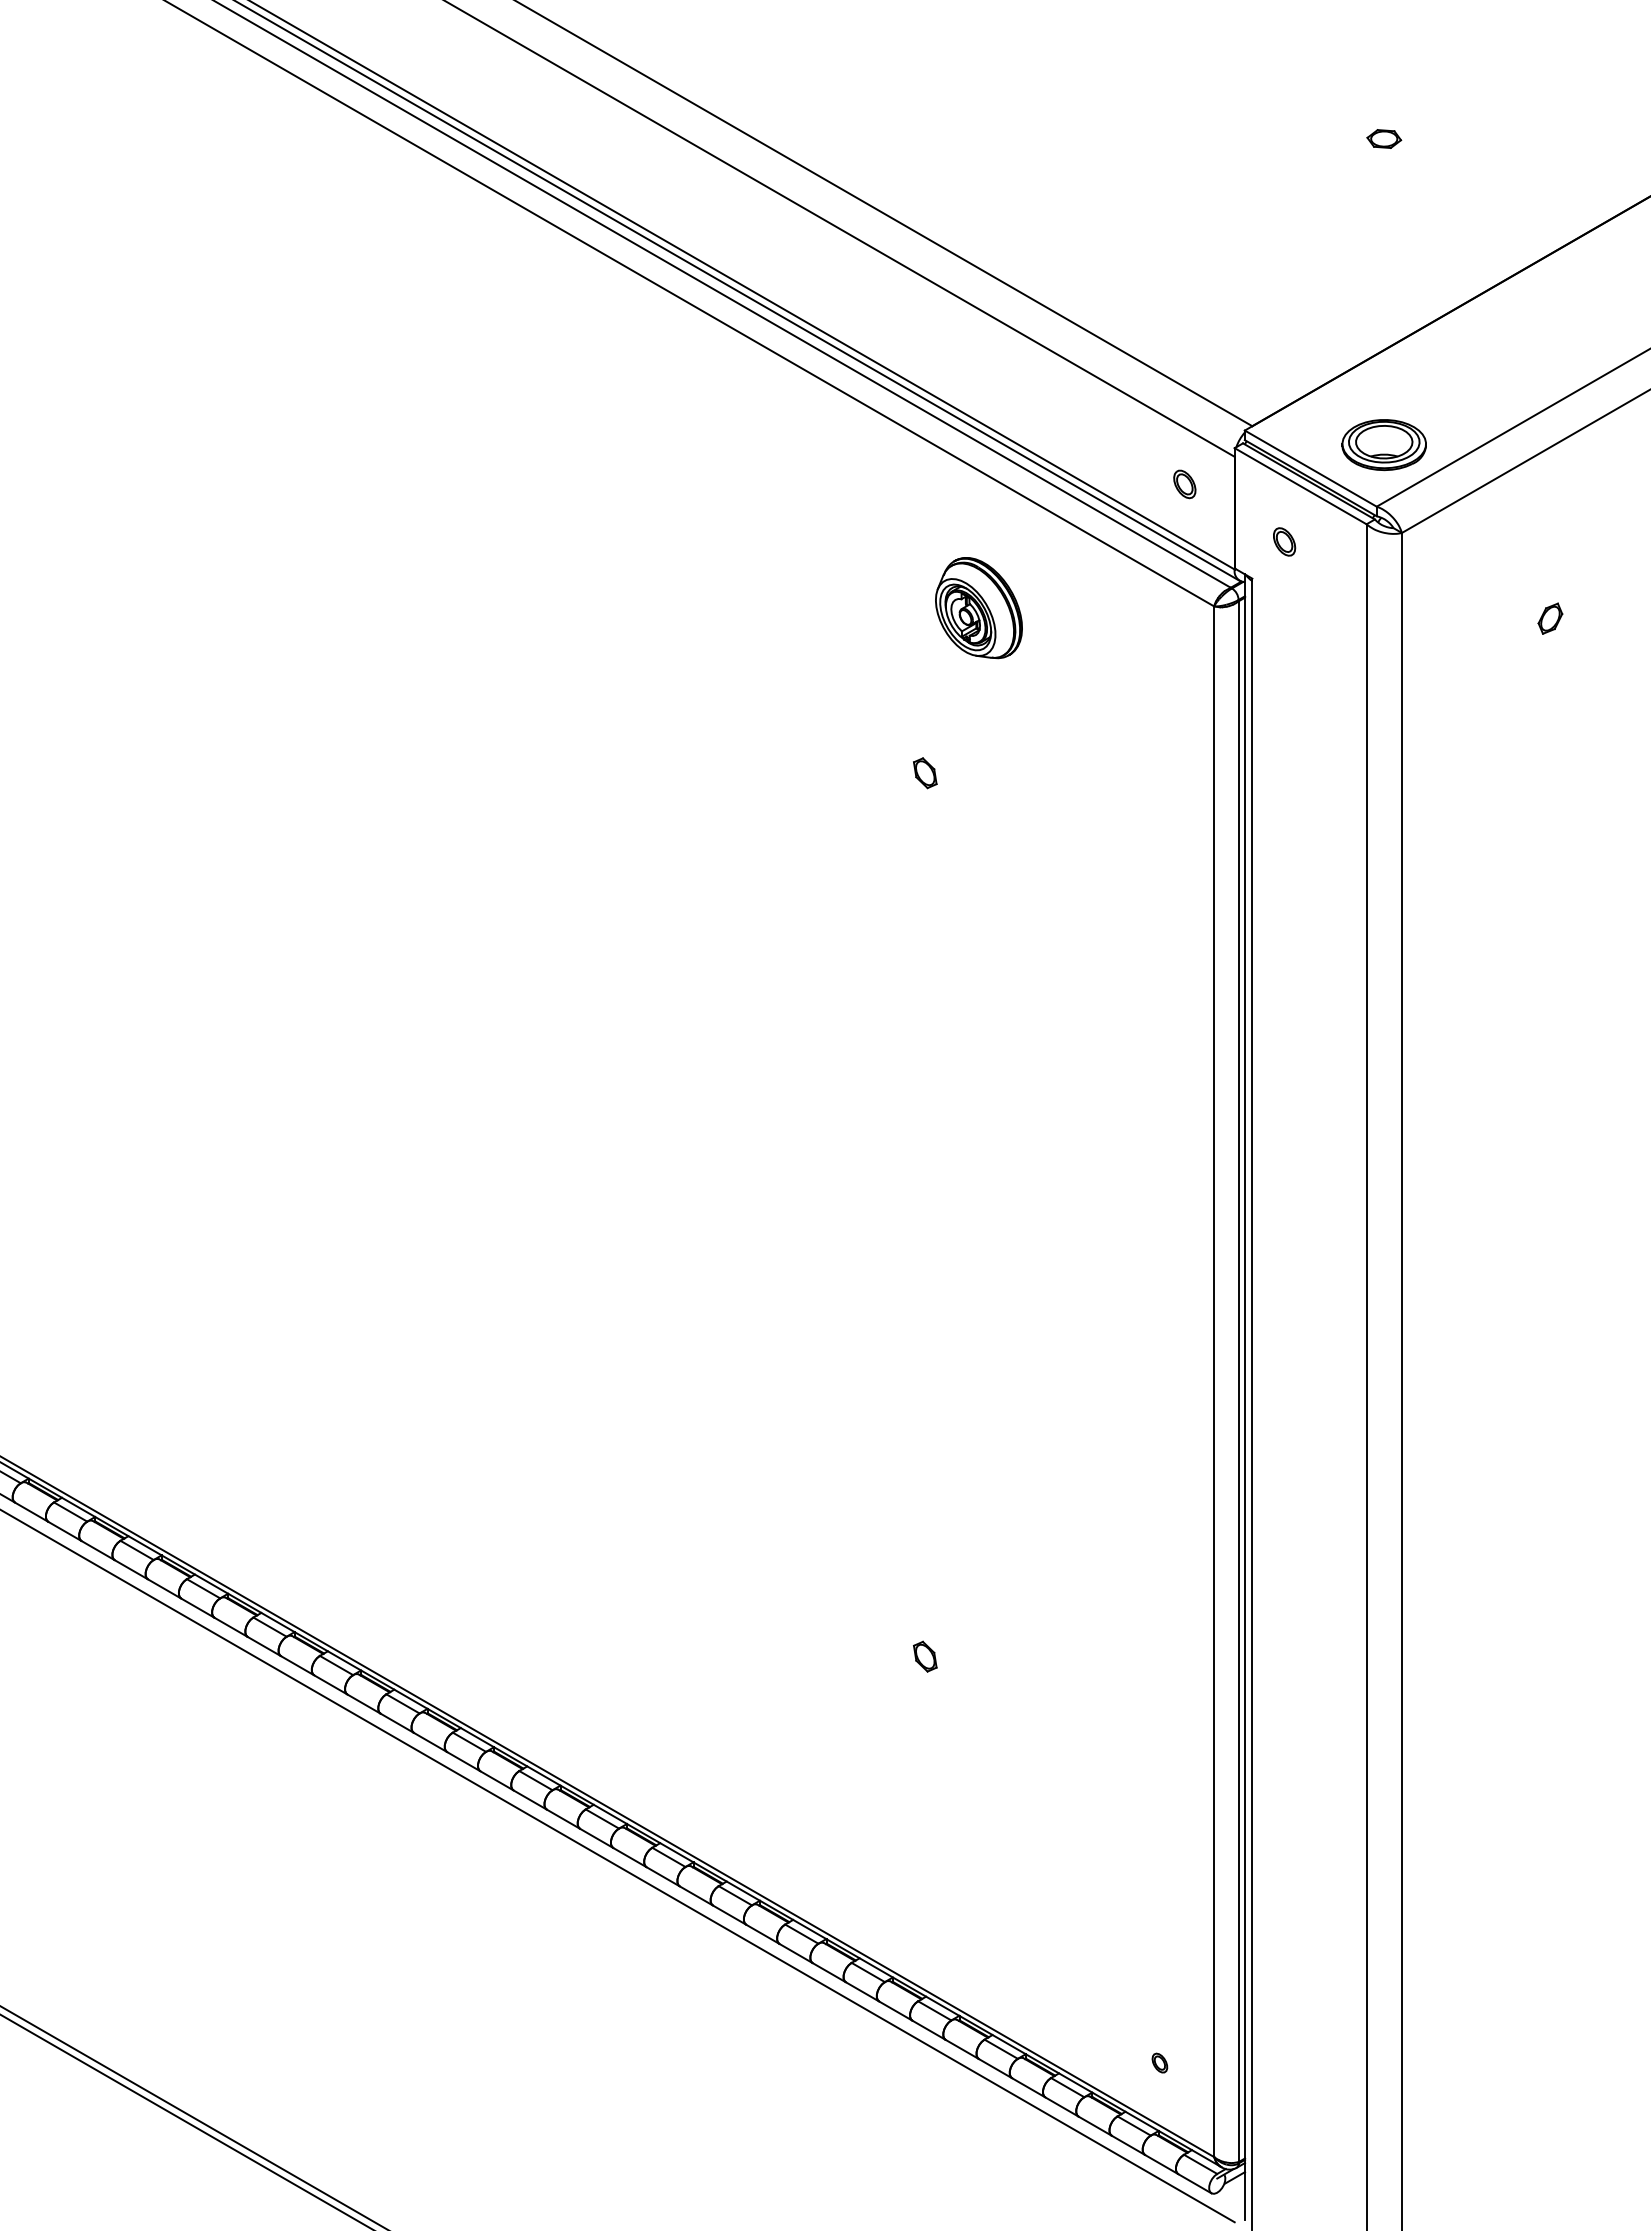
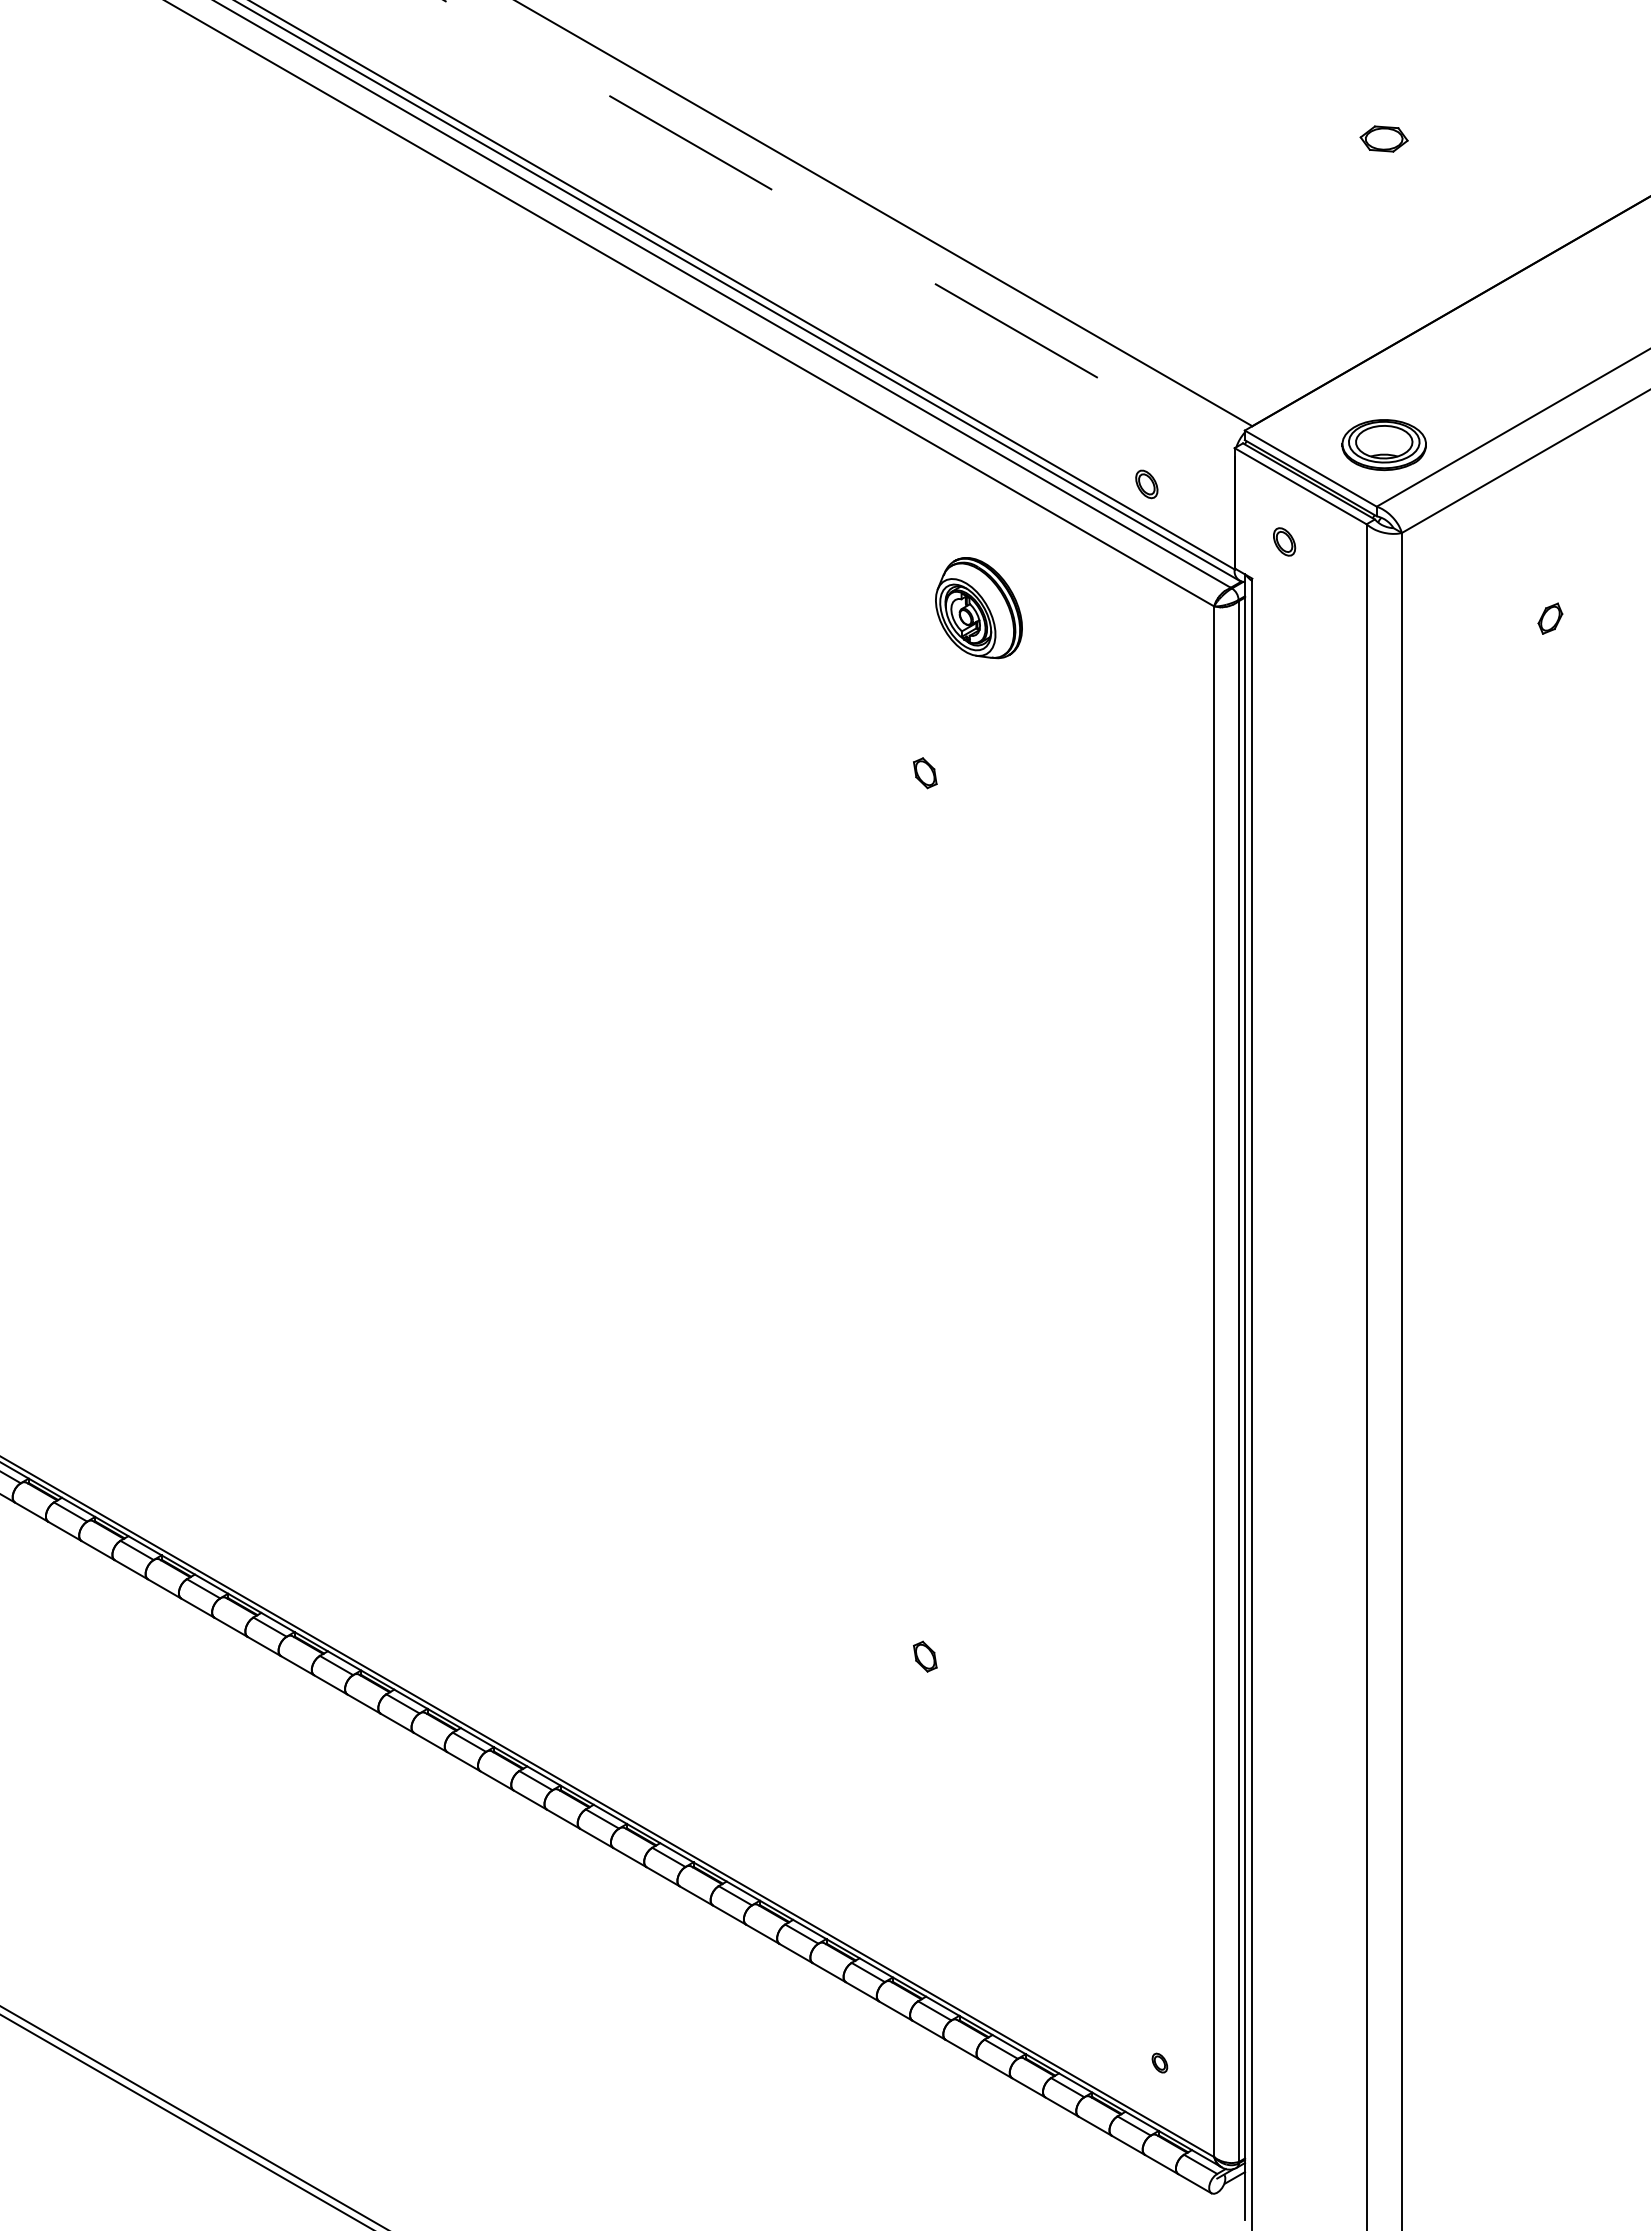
part at (1384, 138) size: 37x20 px -> 50x28 px
line at (839, 228): solid -> dashed
part at (1184, 484) position: (1184, 484) -> (1146, 484)
line at (618, 1866): present -> none
